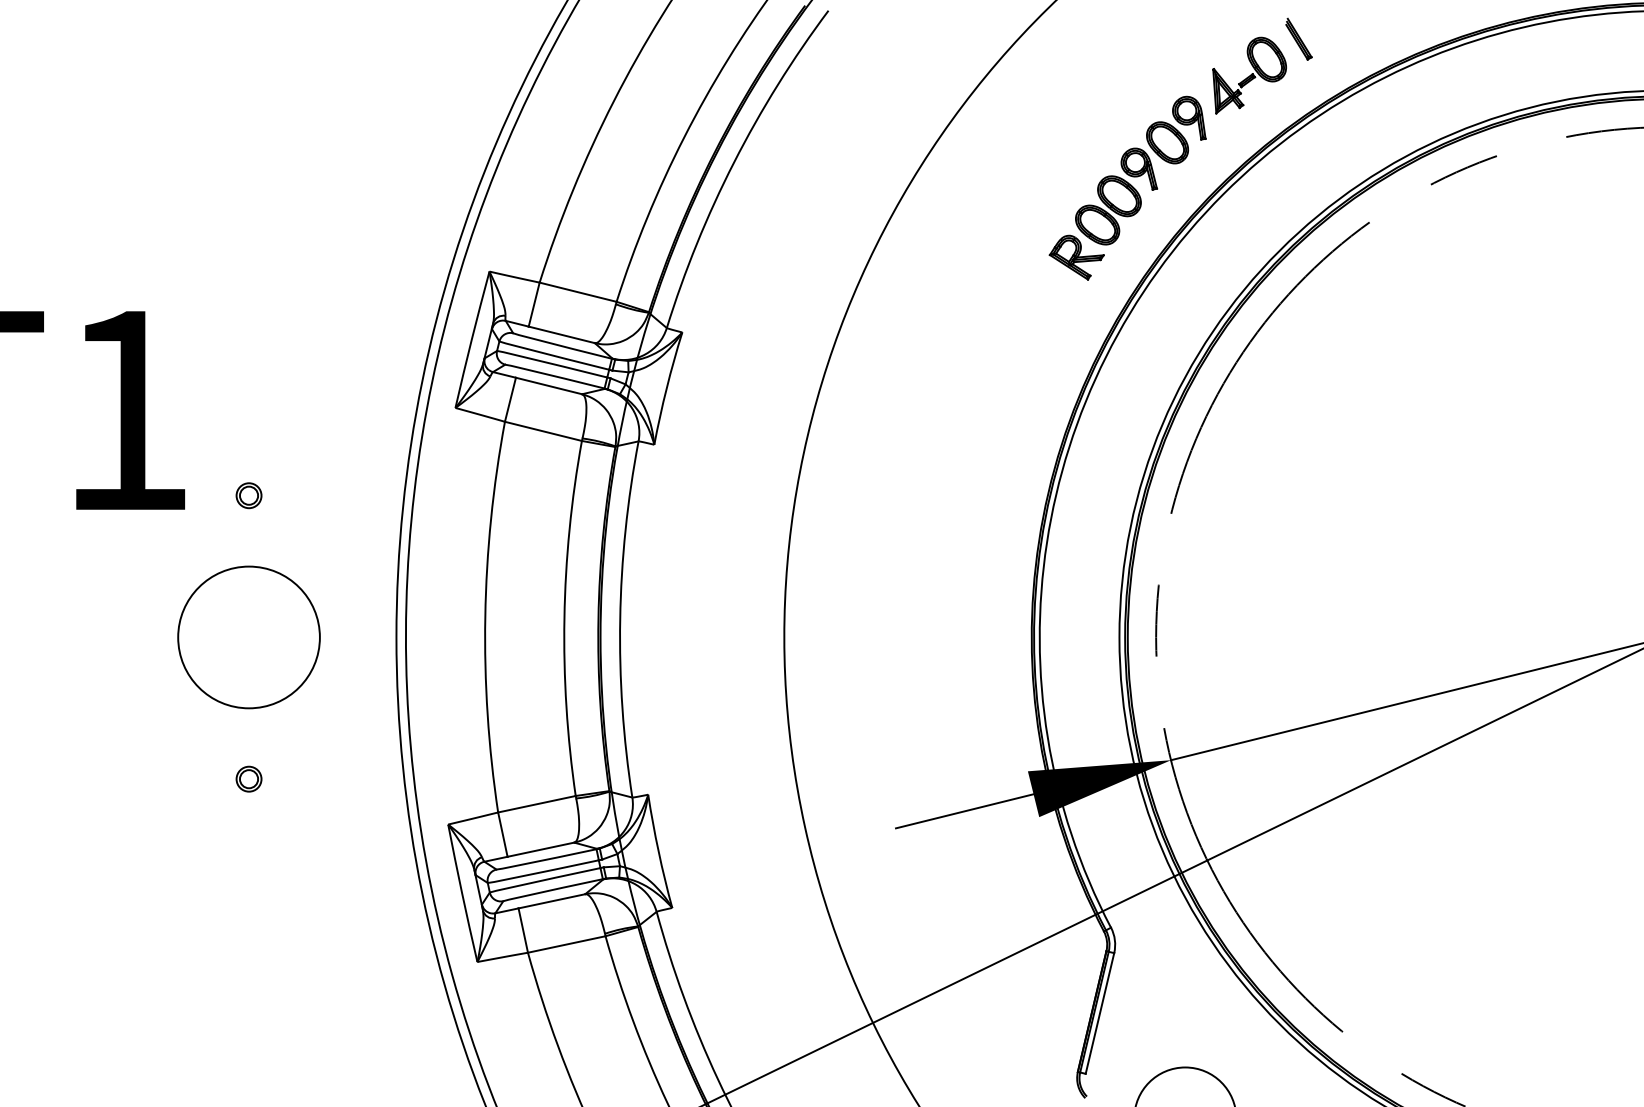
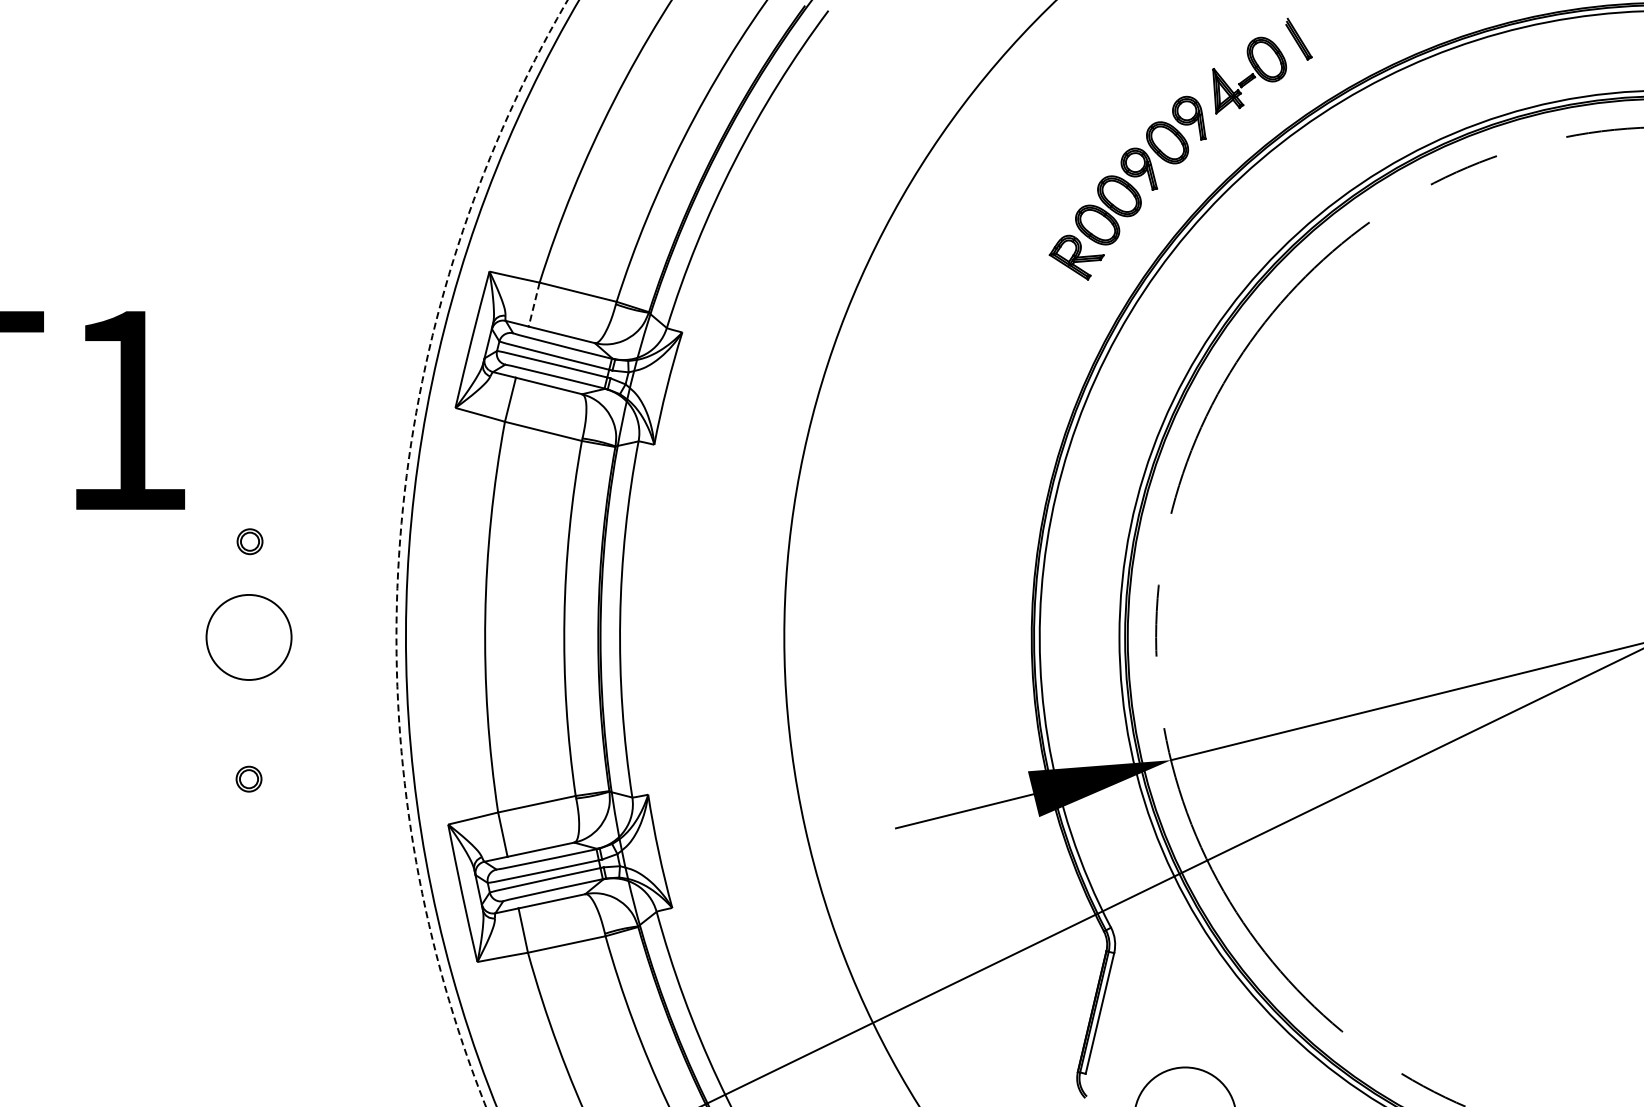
line at (534, 304): solid -> dashed
part at (248, 495) position: (248, 495) -> (249, 541)
circle at (481, 553): solid -> dashed
circle at (248, 637) diameter: 142 px -> 85 px
